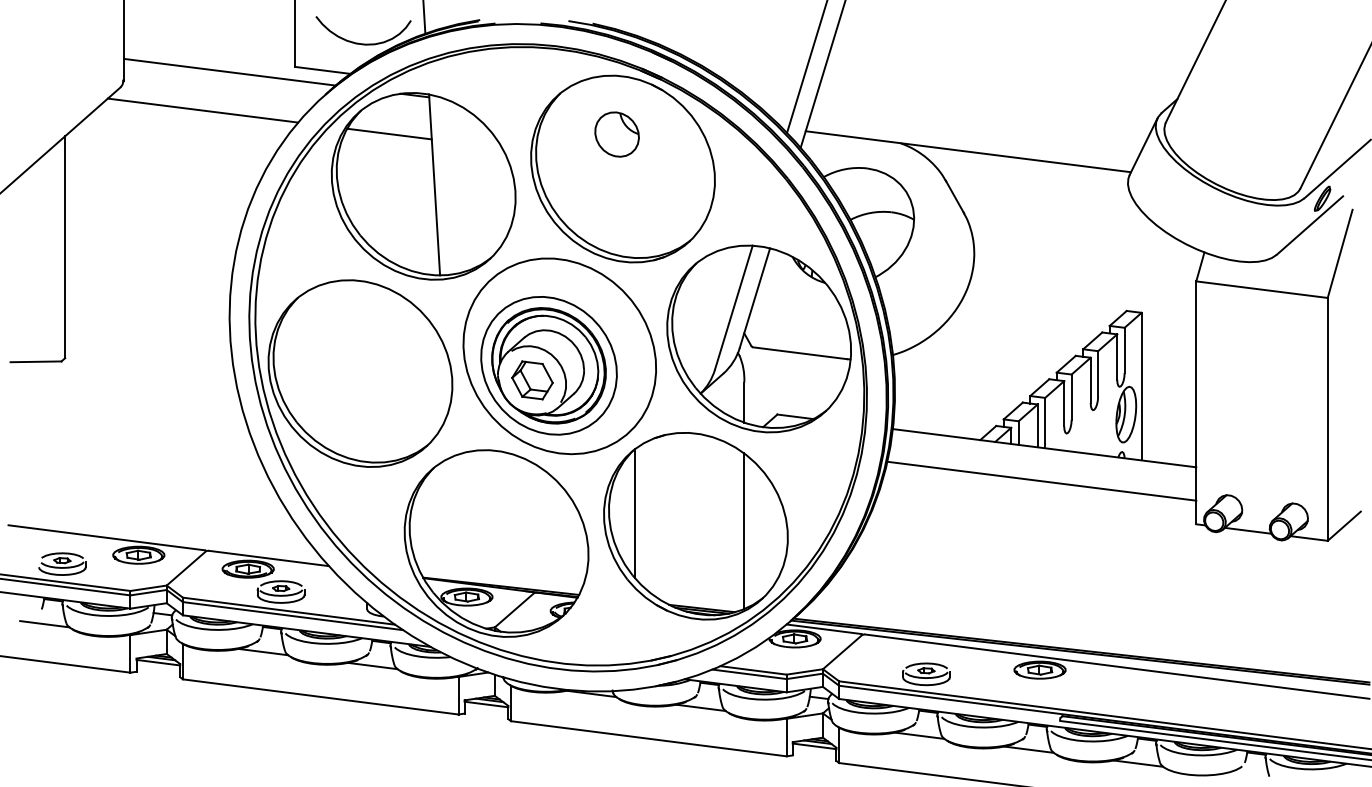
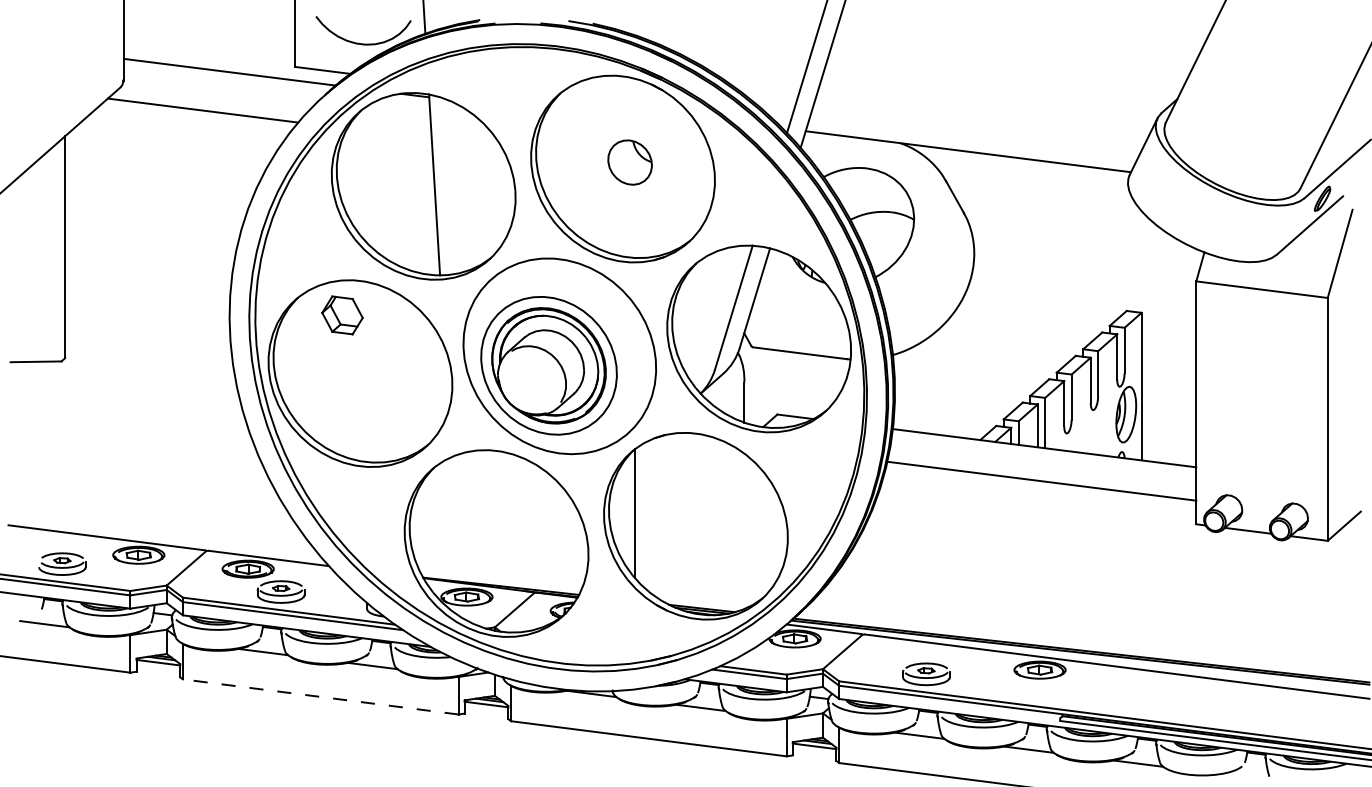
line at (389, 133): present -> none
part at (616, 134) position: (616, 134) -> (629, 162)
part at (532, 380) position: (532, 380) -> (342, 315)
line at (744, 531): present -> none
line at (320, 696): solid -> dashed
